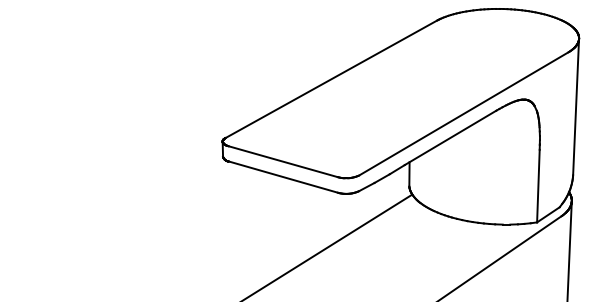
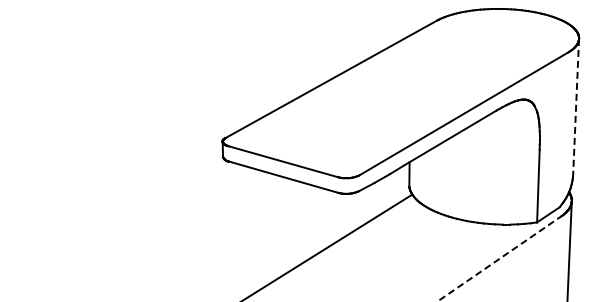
line at (576, 107): solid -> dashed
line at (499, 258): solid -> dashed
